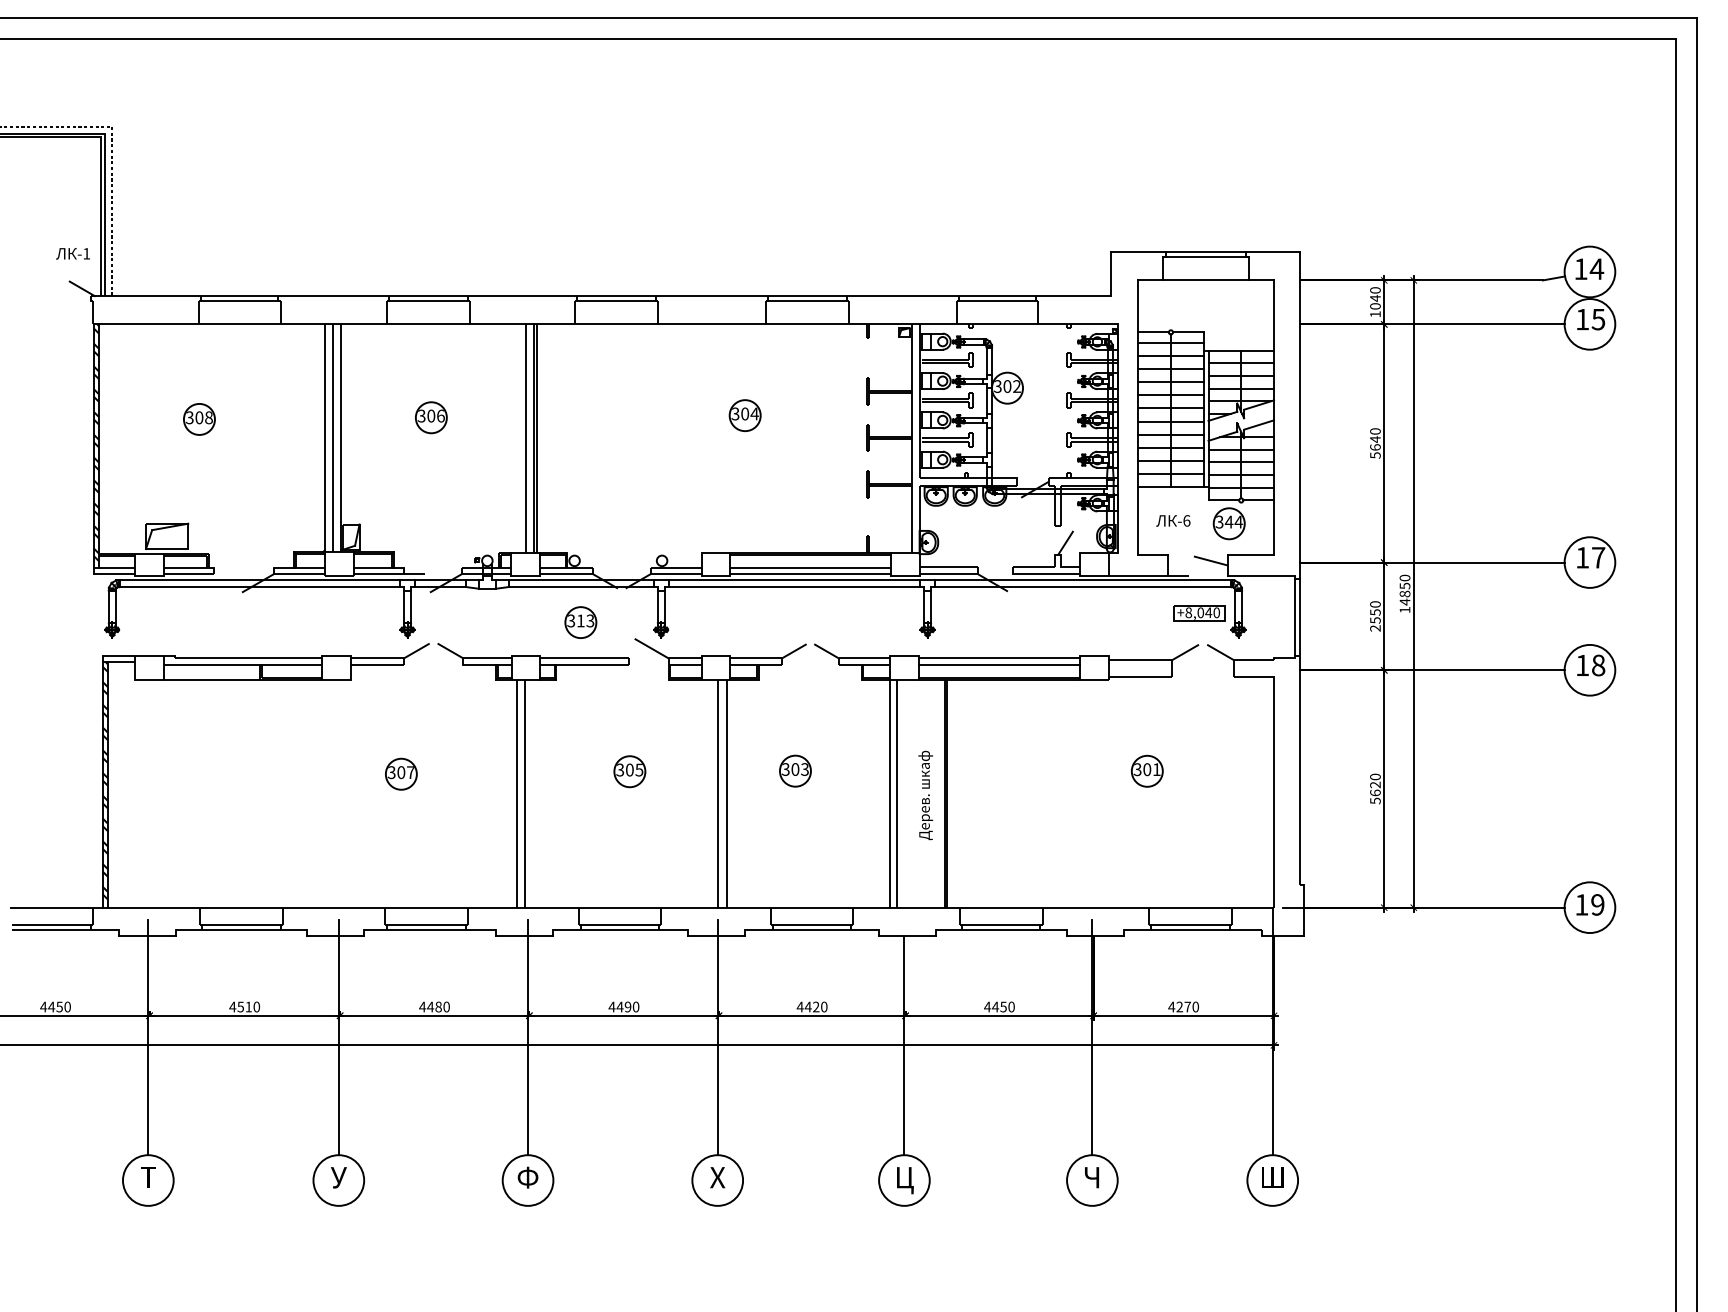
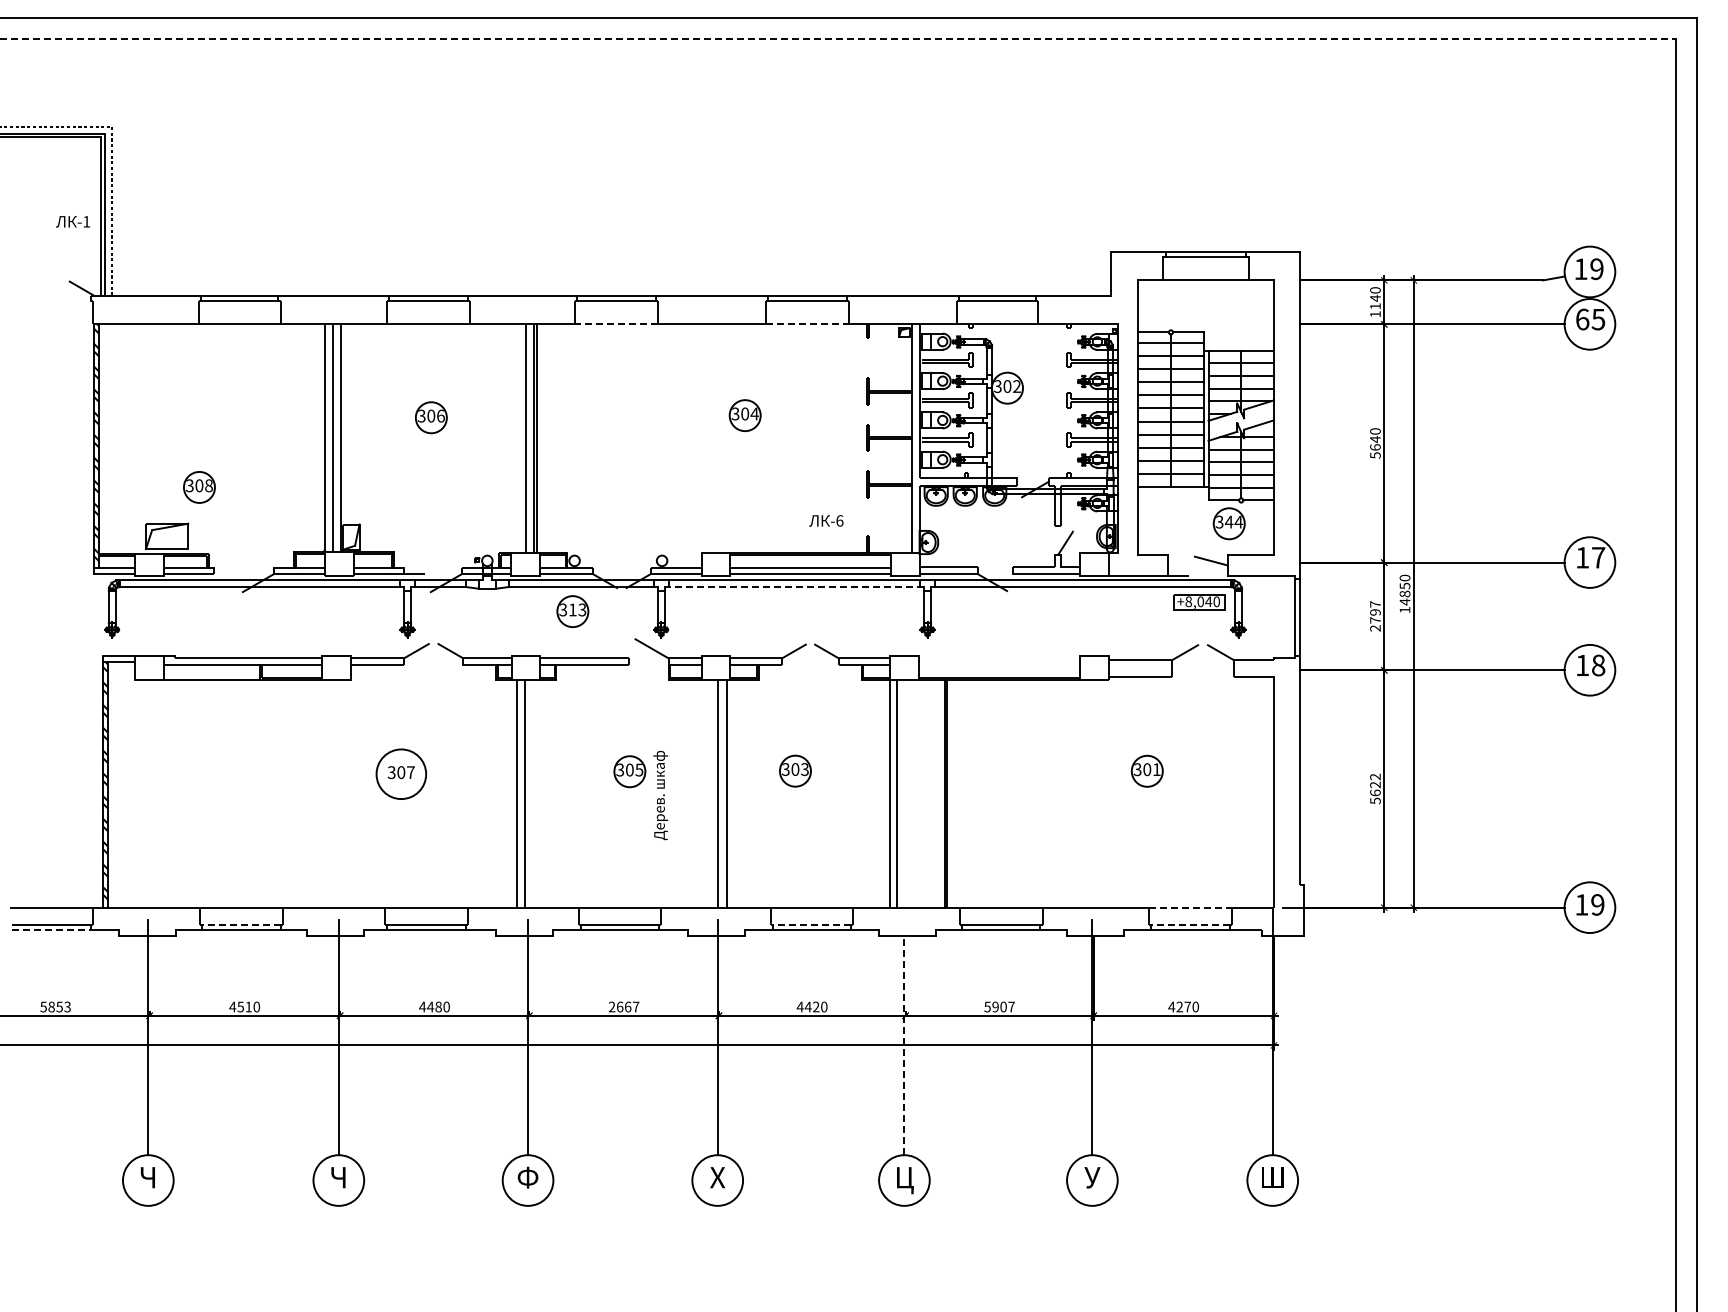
line at (838, 39): solid -> dashed
text at (72, 253) position: (72, 253) -> (72, 221)
text at (1596, 269): 14 -> 19
text at (1375, 306): 1040 -> 1140
text at (1582, 319): 15 -> 65
line at (616, 323): solid -> dashed
line at (807, 323): solid -> dashed
part at (199, 419) position: (199, 419) -> (199, 487)
text at (1173, 520) position: (1173, 520) -> (826, 520)
line at (794, 587): solid -> dashed
text at (1375, 612): 2550 -> 2797
part at (1199, 613) position: (1199, 613) -> (1199, 602)
part at (580, 622) position: (580, 622) -> (572, 611)
line at (999, 658): present -> none
line at (999, 665): present -> none
circle at (400, 773) diameter: 31 px -> 50 px
text at (1375, 776): 5620 -> 5622
text at (925, 795) position: (925, 795) -> (660, 795)
line at (1190, 907): solid -> dashed
line at (240, 925): solid -> dashed
line at (811, 925): solid -> dashed
line at (1189, 925): solid -> dashed
line at (52, 930): solid -> dashed
text at (55, 1006): 4450 -> 5853
text at (623, 1006): 4490 -> 2667
text at (999, 1006): 4450 -> 5907
line at (904, 1045): solid -> dashed
text at (147, 1177): T -> Ч
text at (338, 1177): У -> Ч
text at (1092, 1177): Ч -> У
